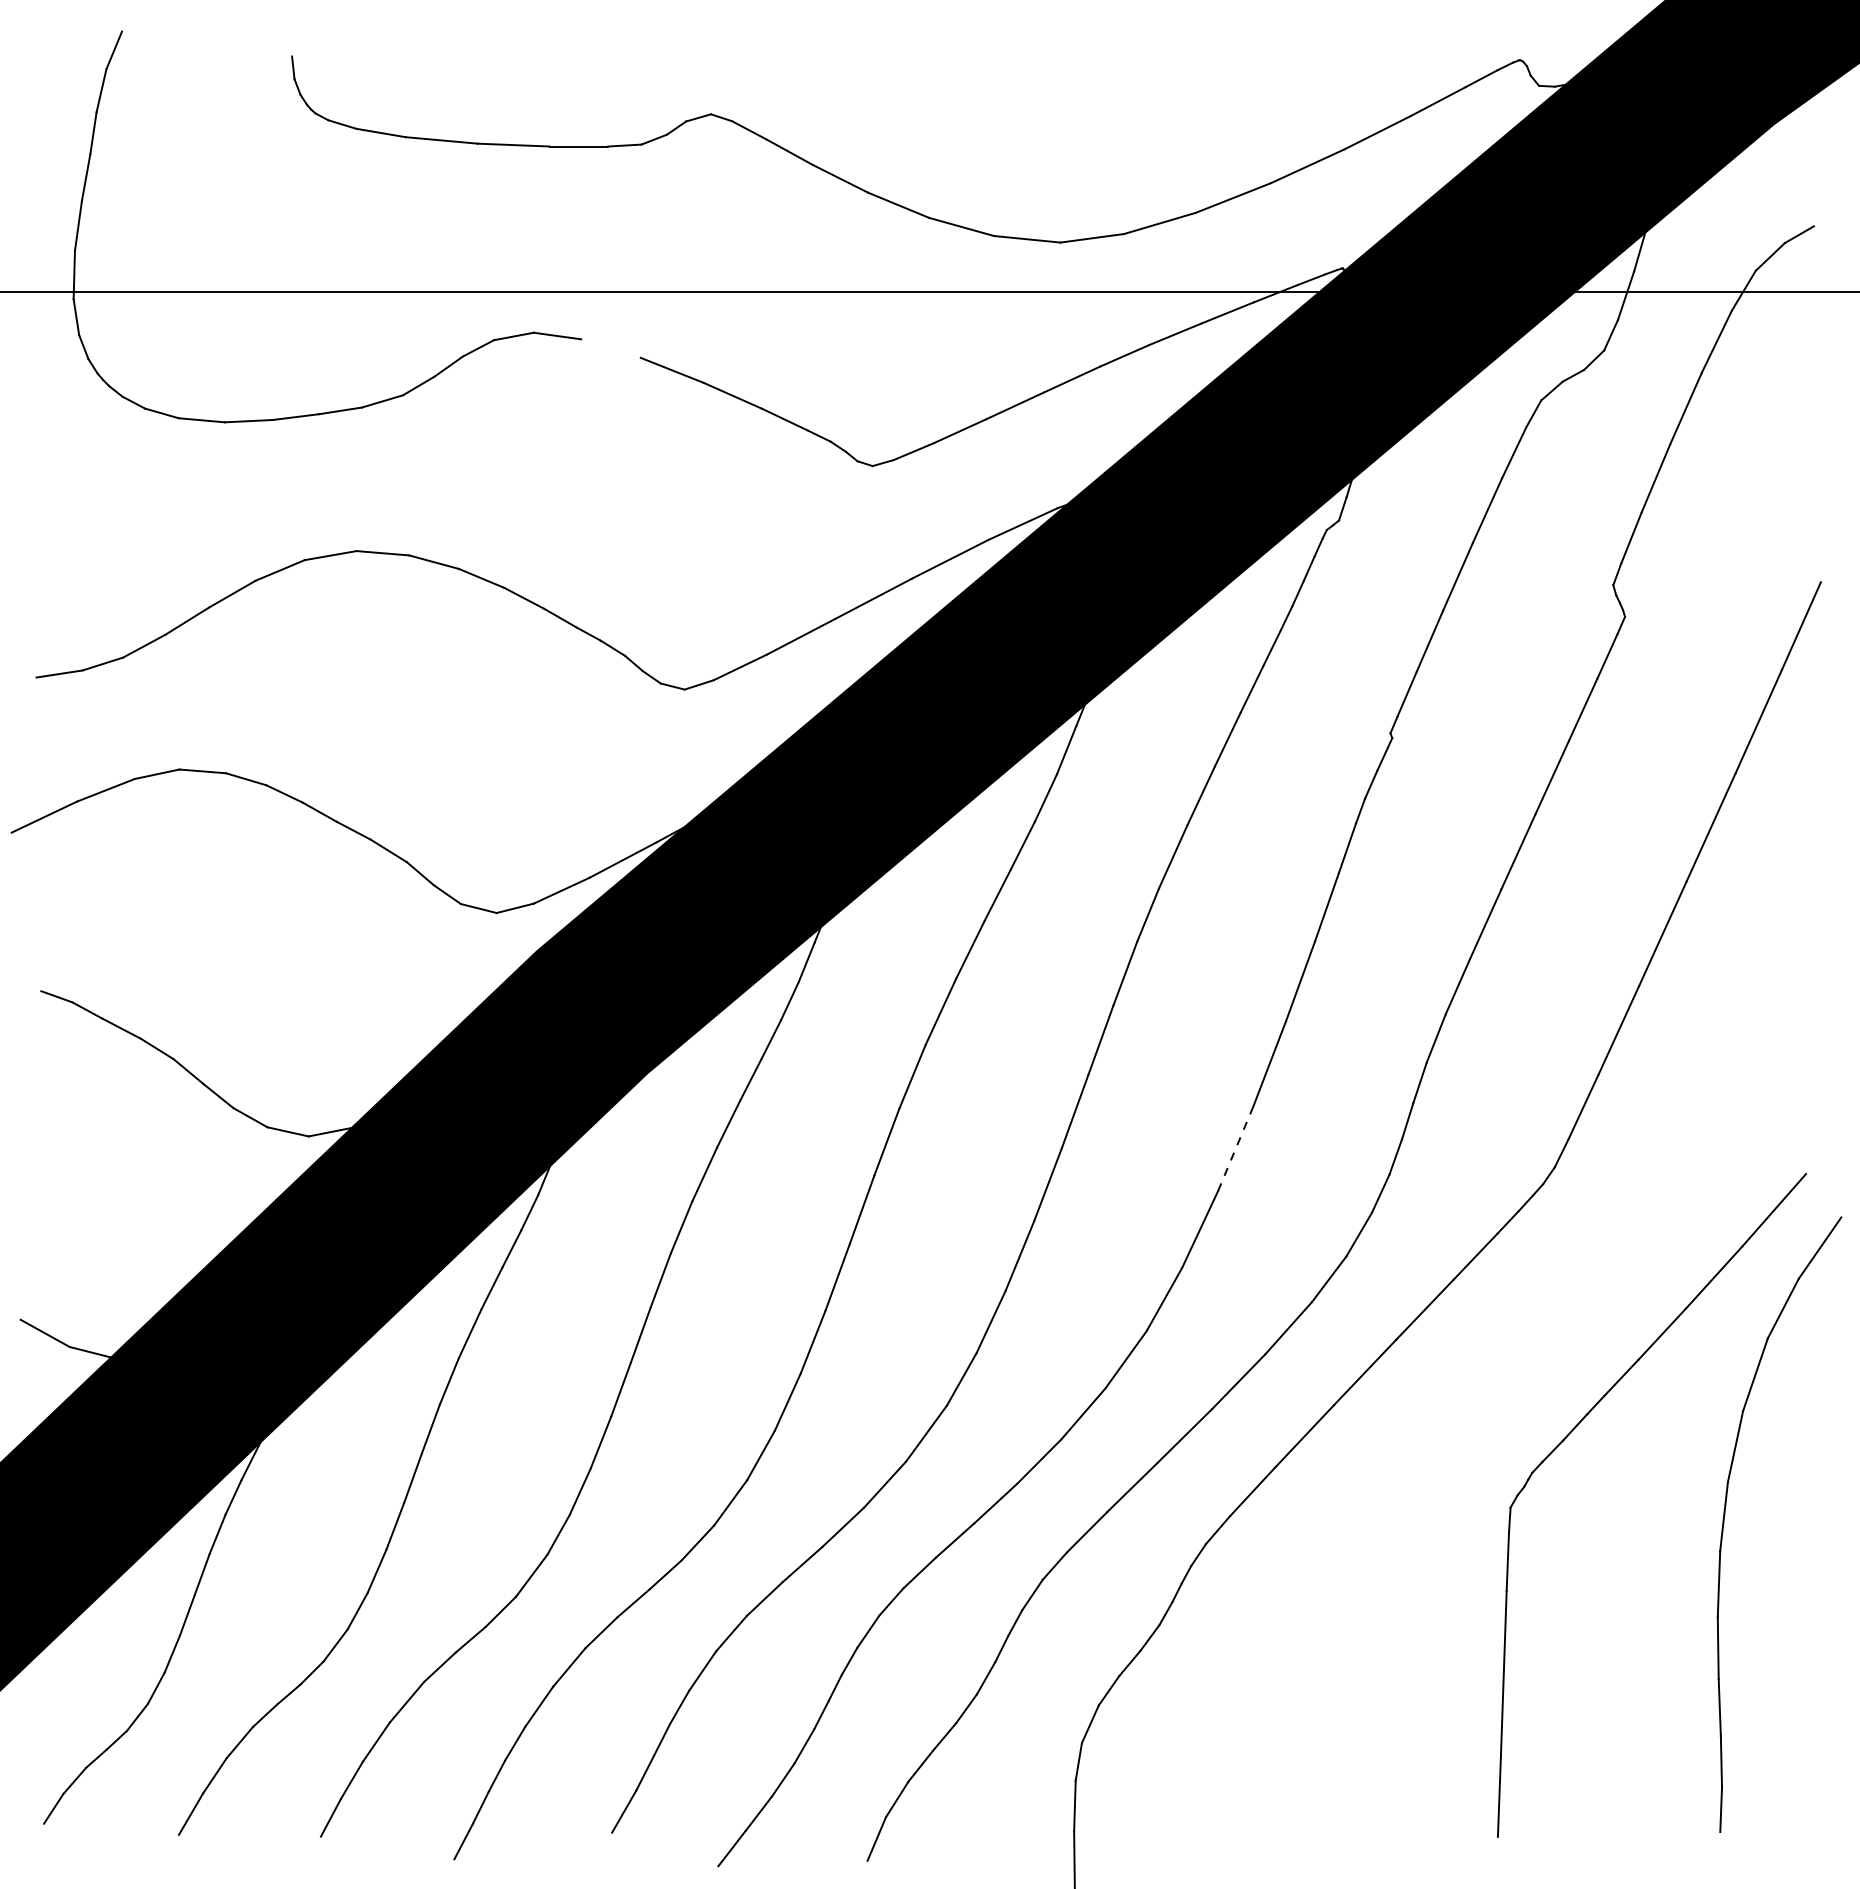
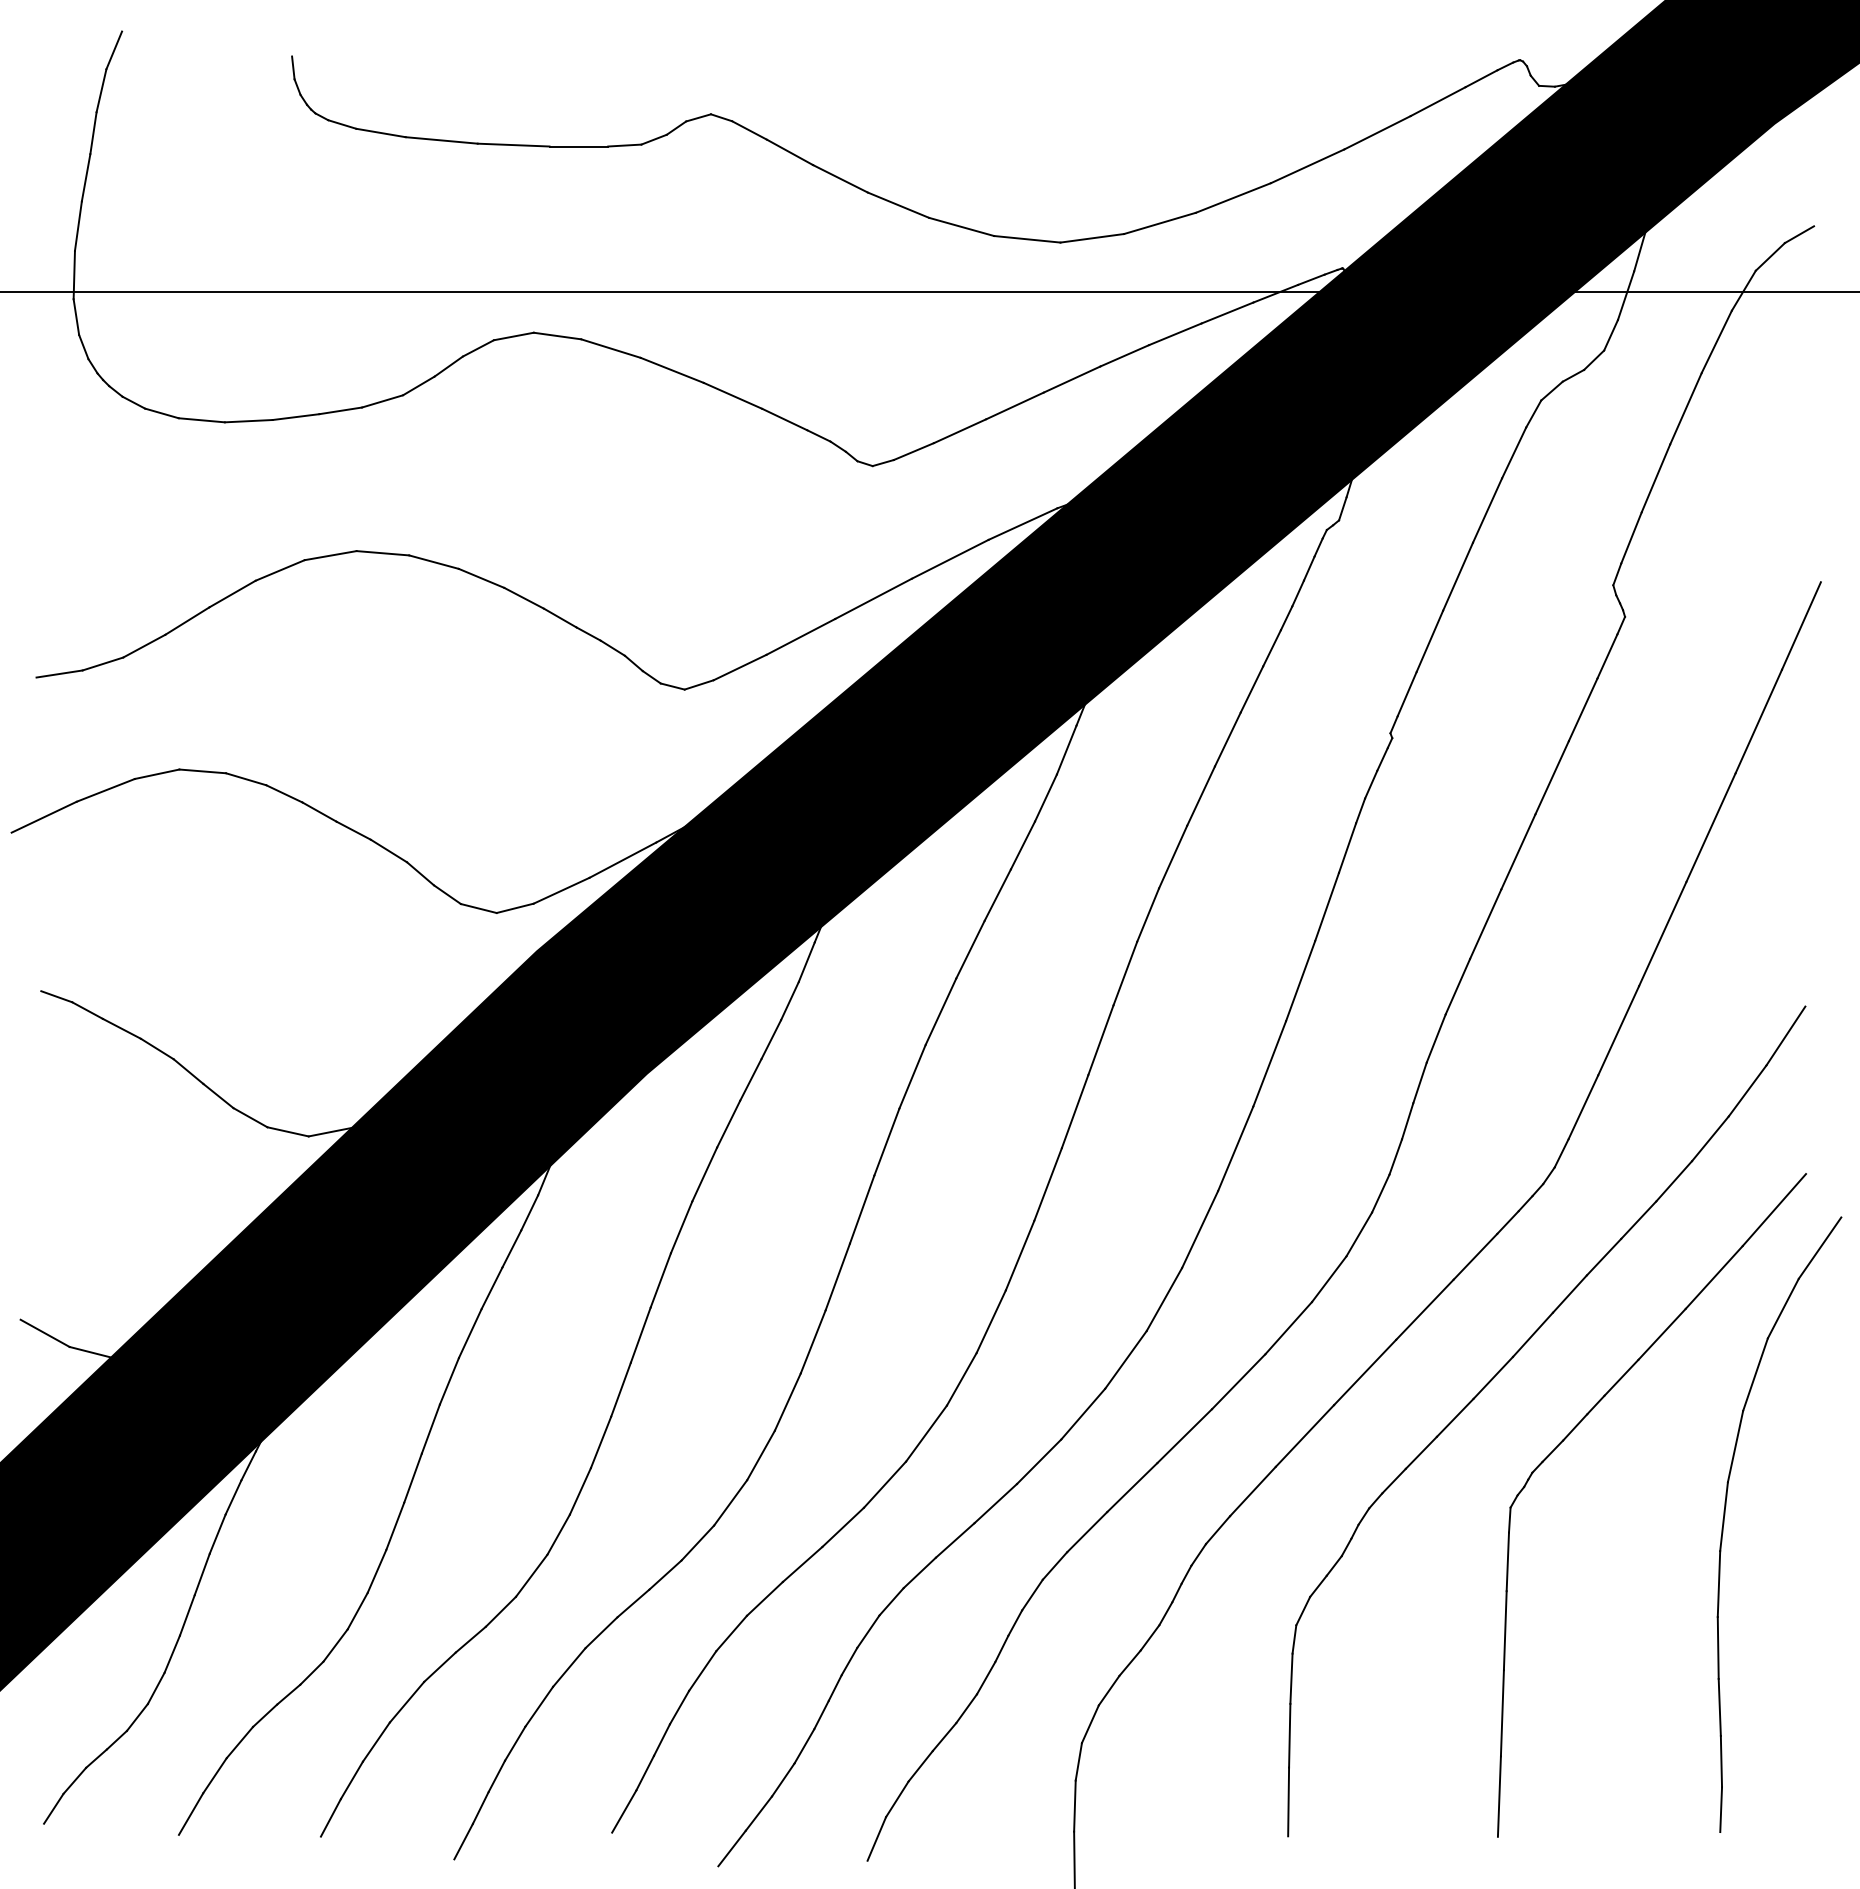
line at (610, 348): none -> present
line at (1235, 1148): dashed -> solid
part at (1494, 1378): none -> present
